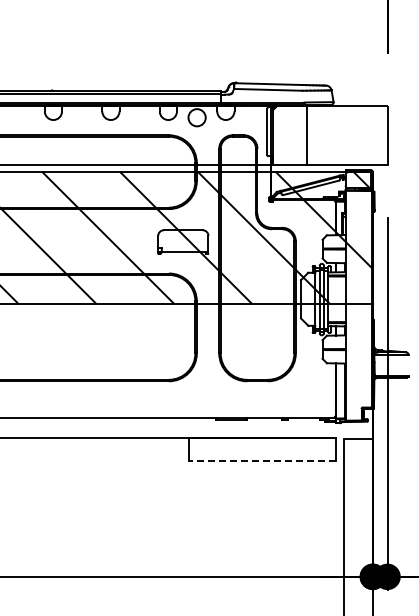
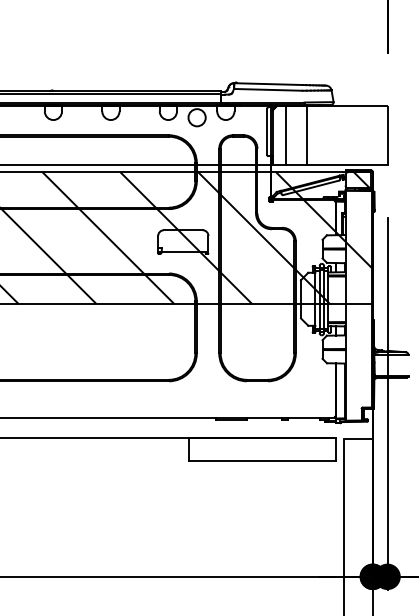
line at (286, 134): none -> present
line at (262, 461): dashed -> solid
